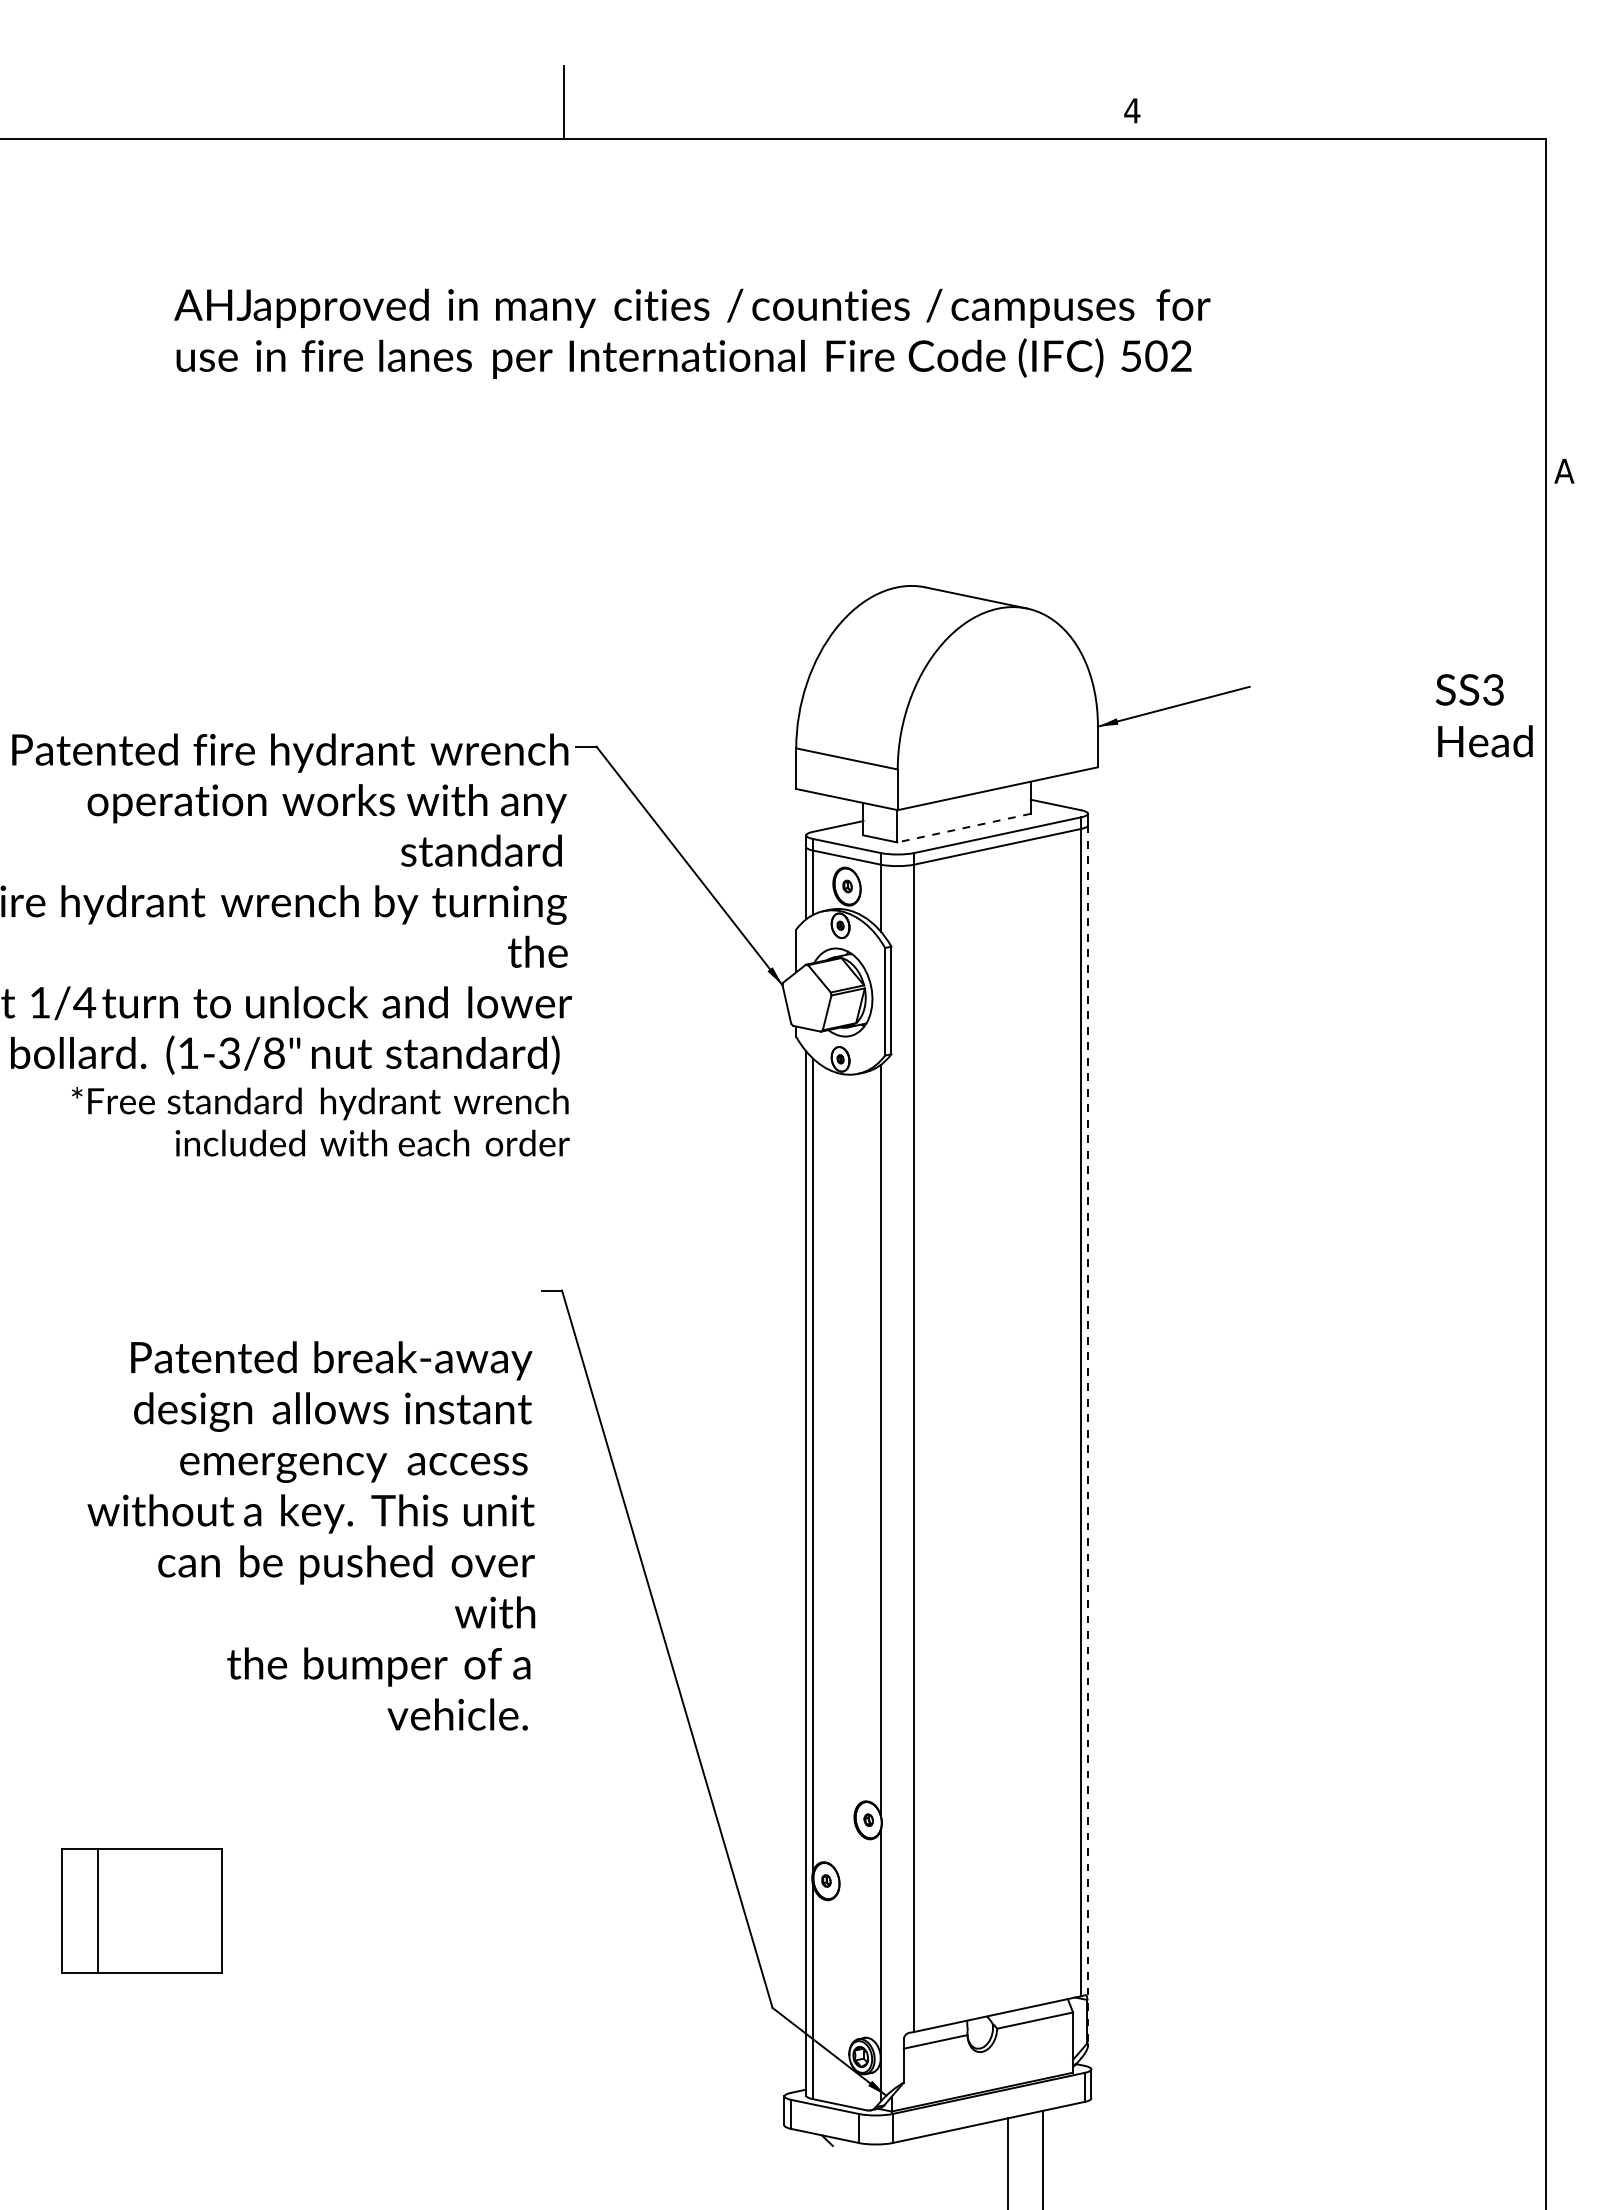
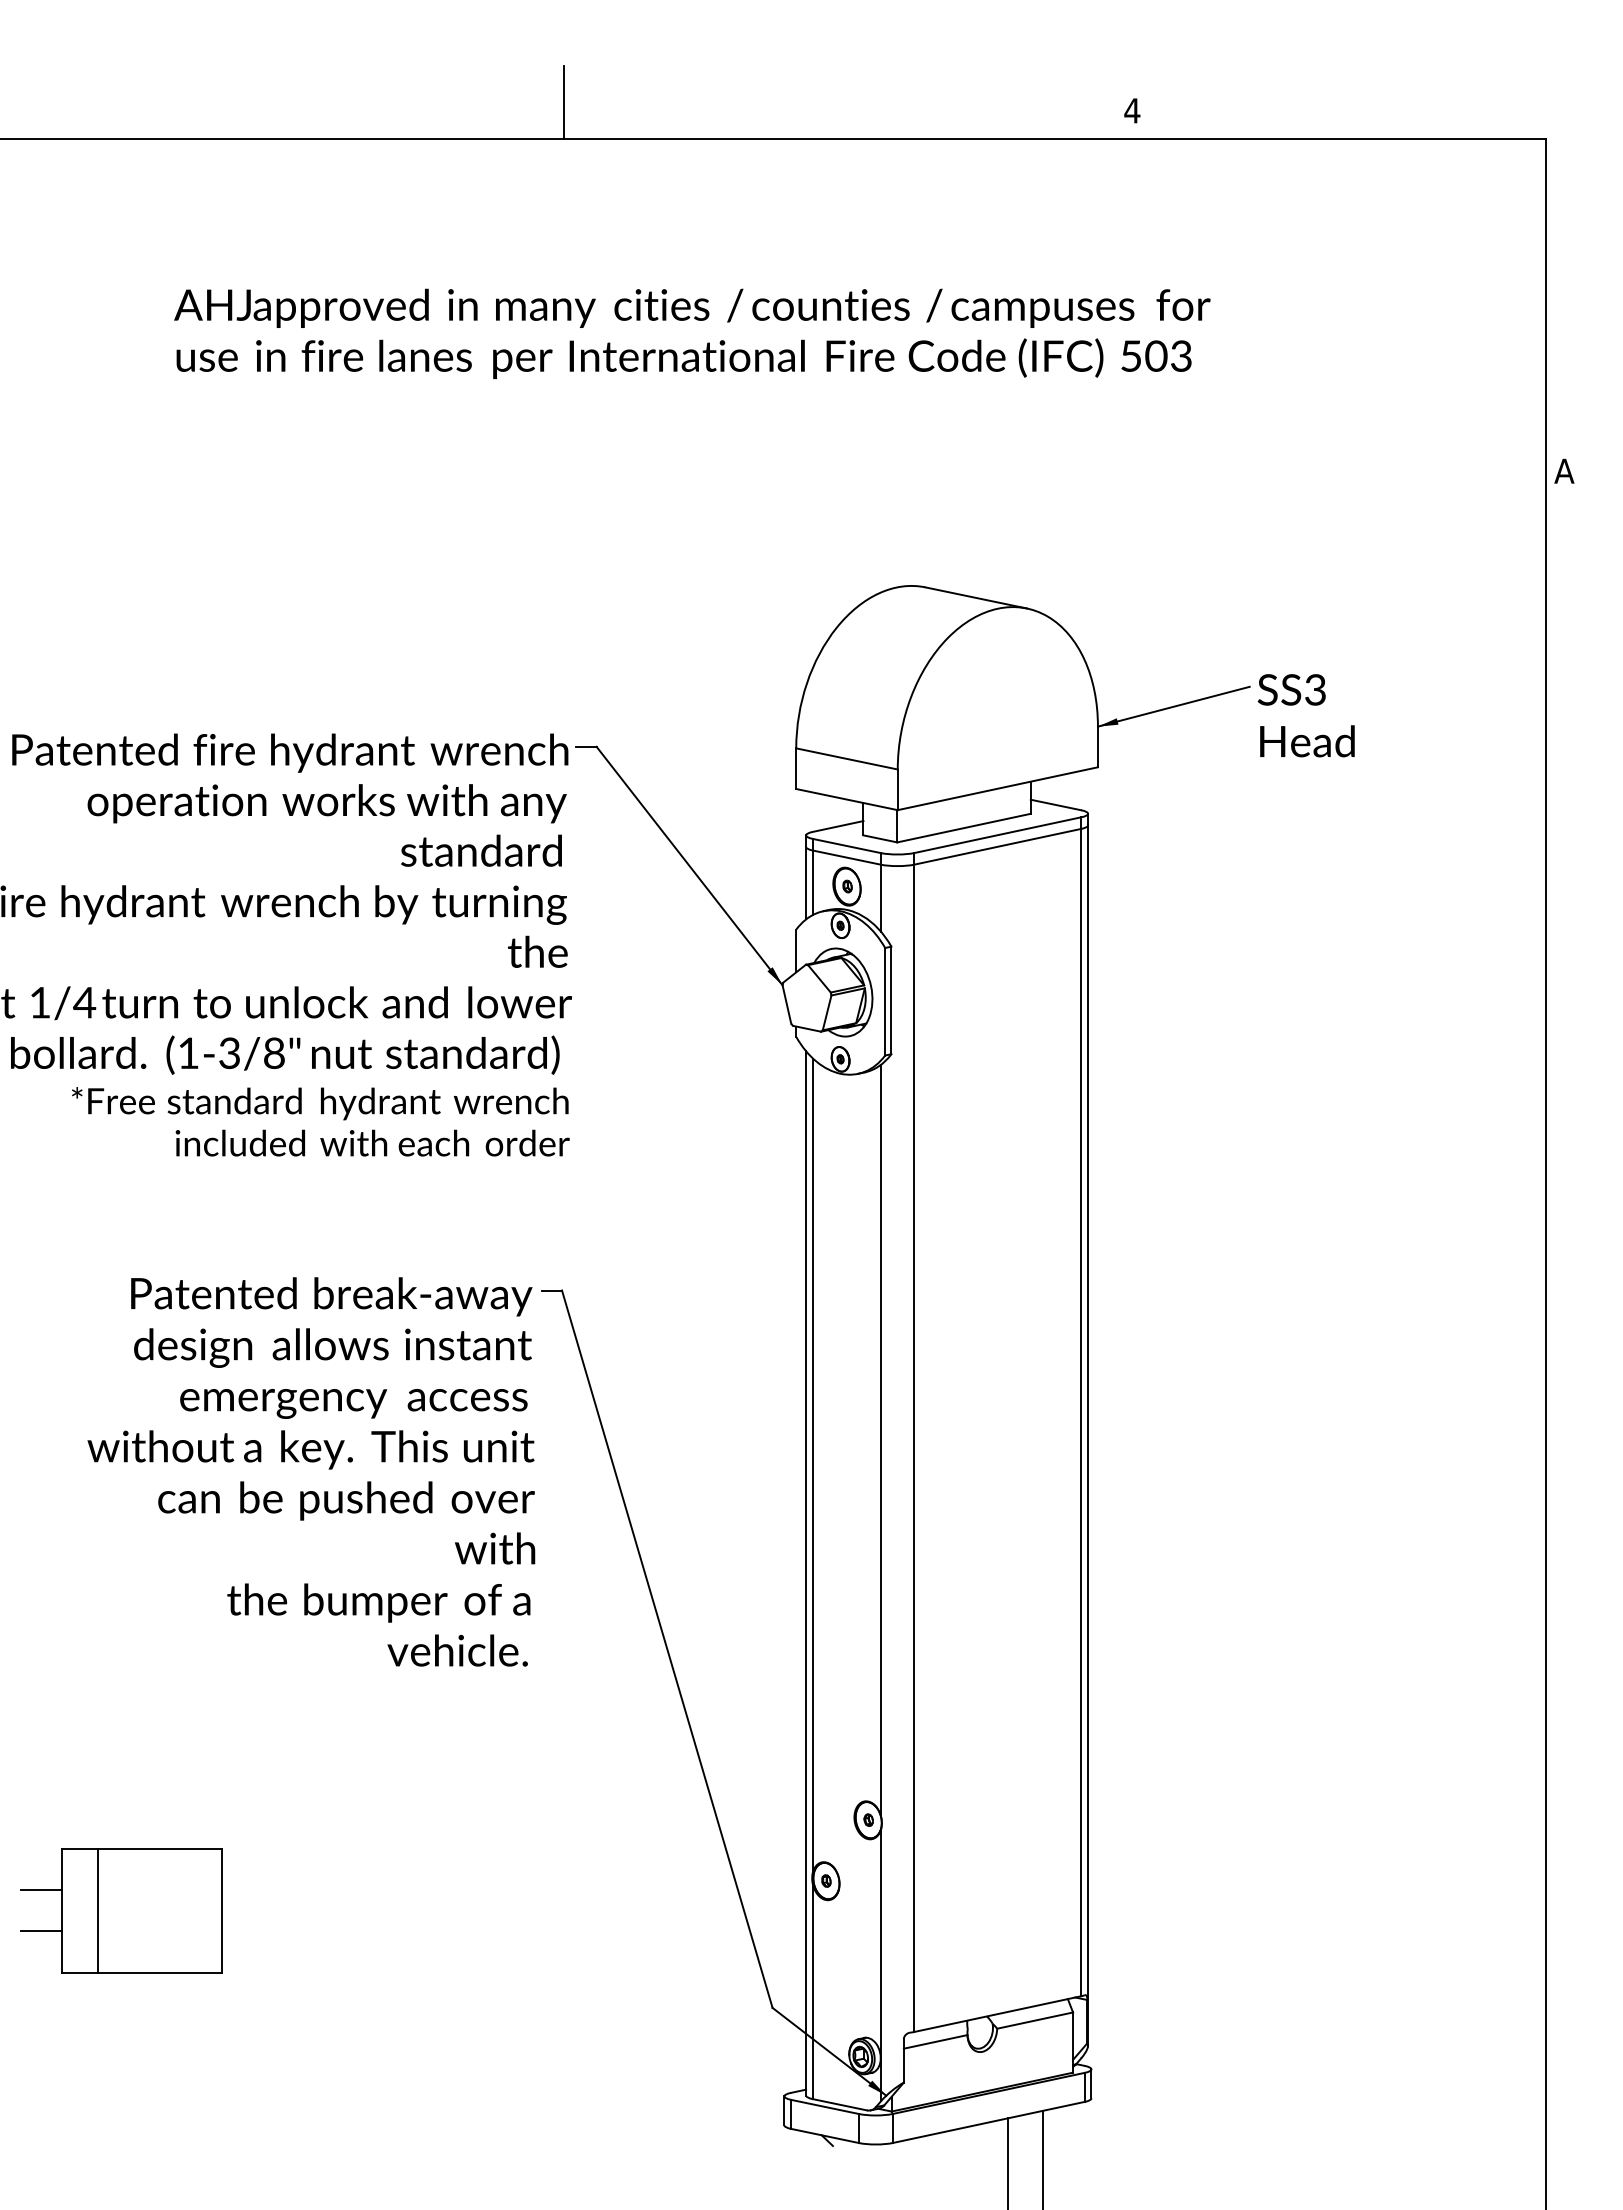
text at (1181, 356): 502 -> 503
text at (1483, 715) position: (1483, 715) -> (1305, 715)
line at (963, 828): dashed -> solid
line at (1088, 1436): dashed -> solid
text at (311, 1535) position: (311, 1535) -> (311, 1471)
line at (40, 1890): none -> present
line at (40, 1931): none -> present
